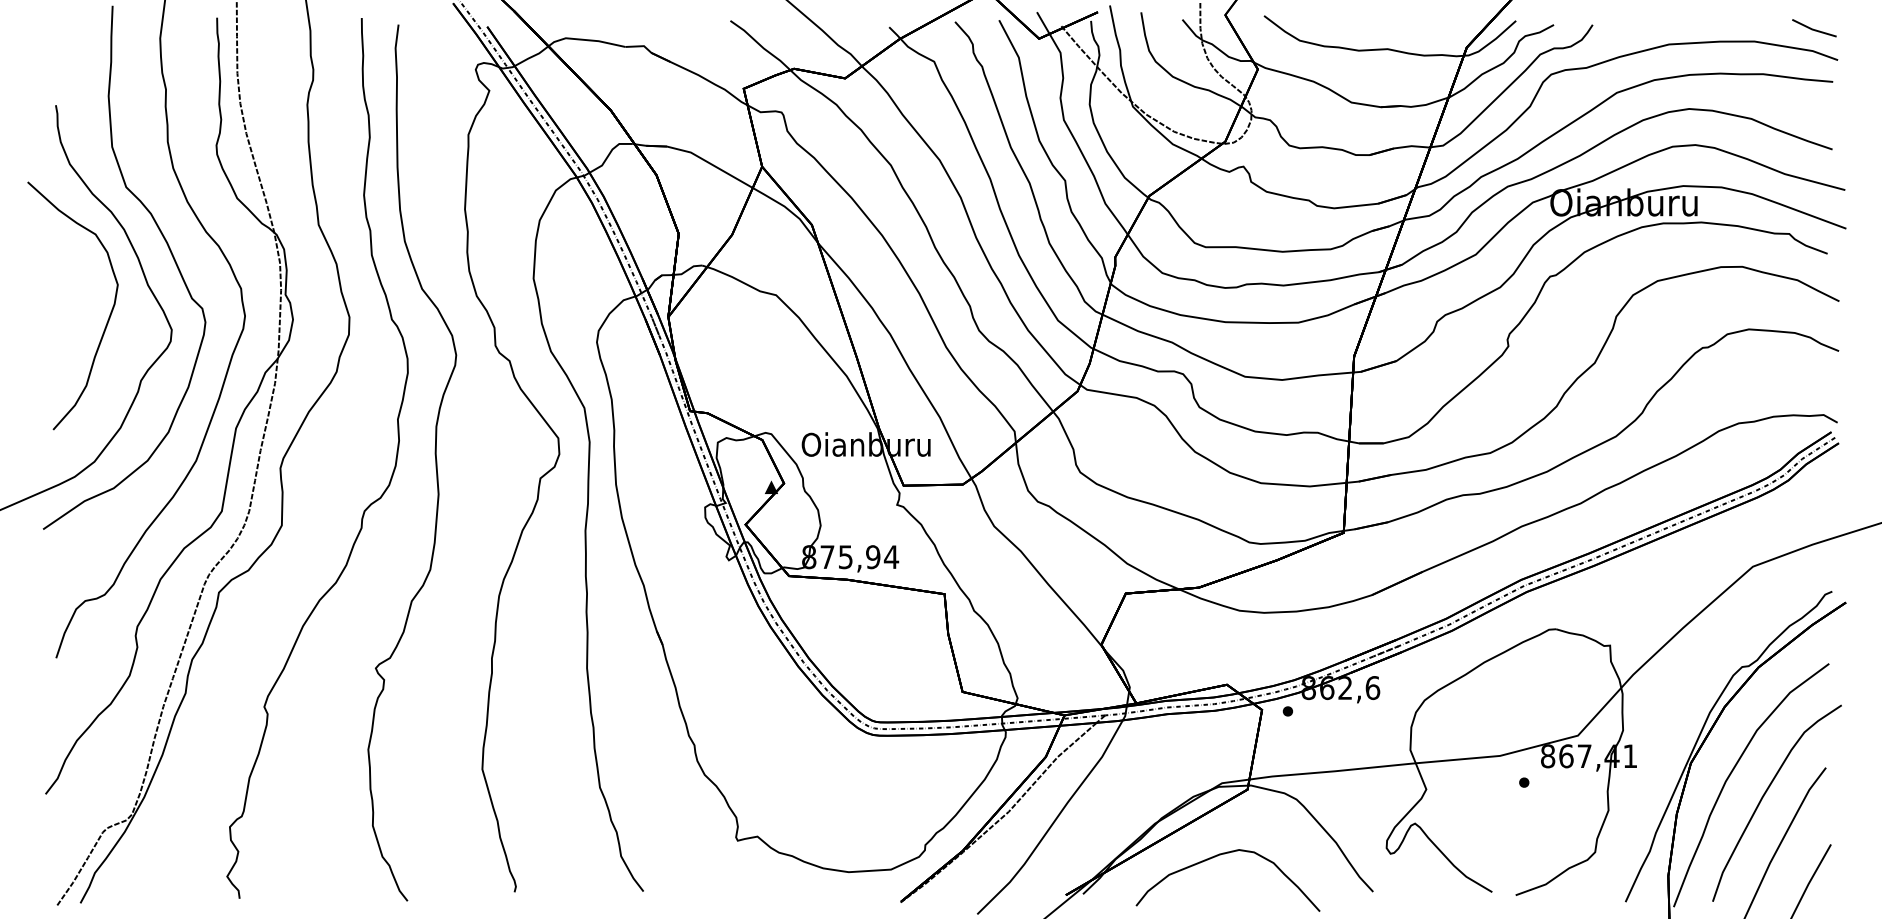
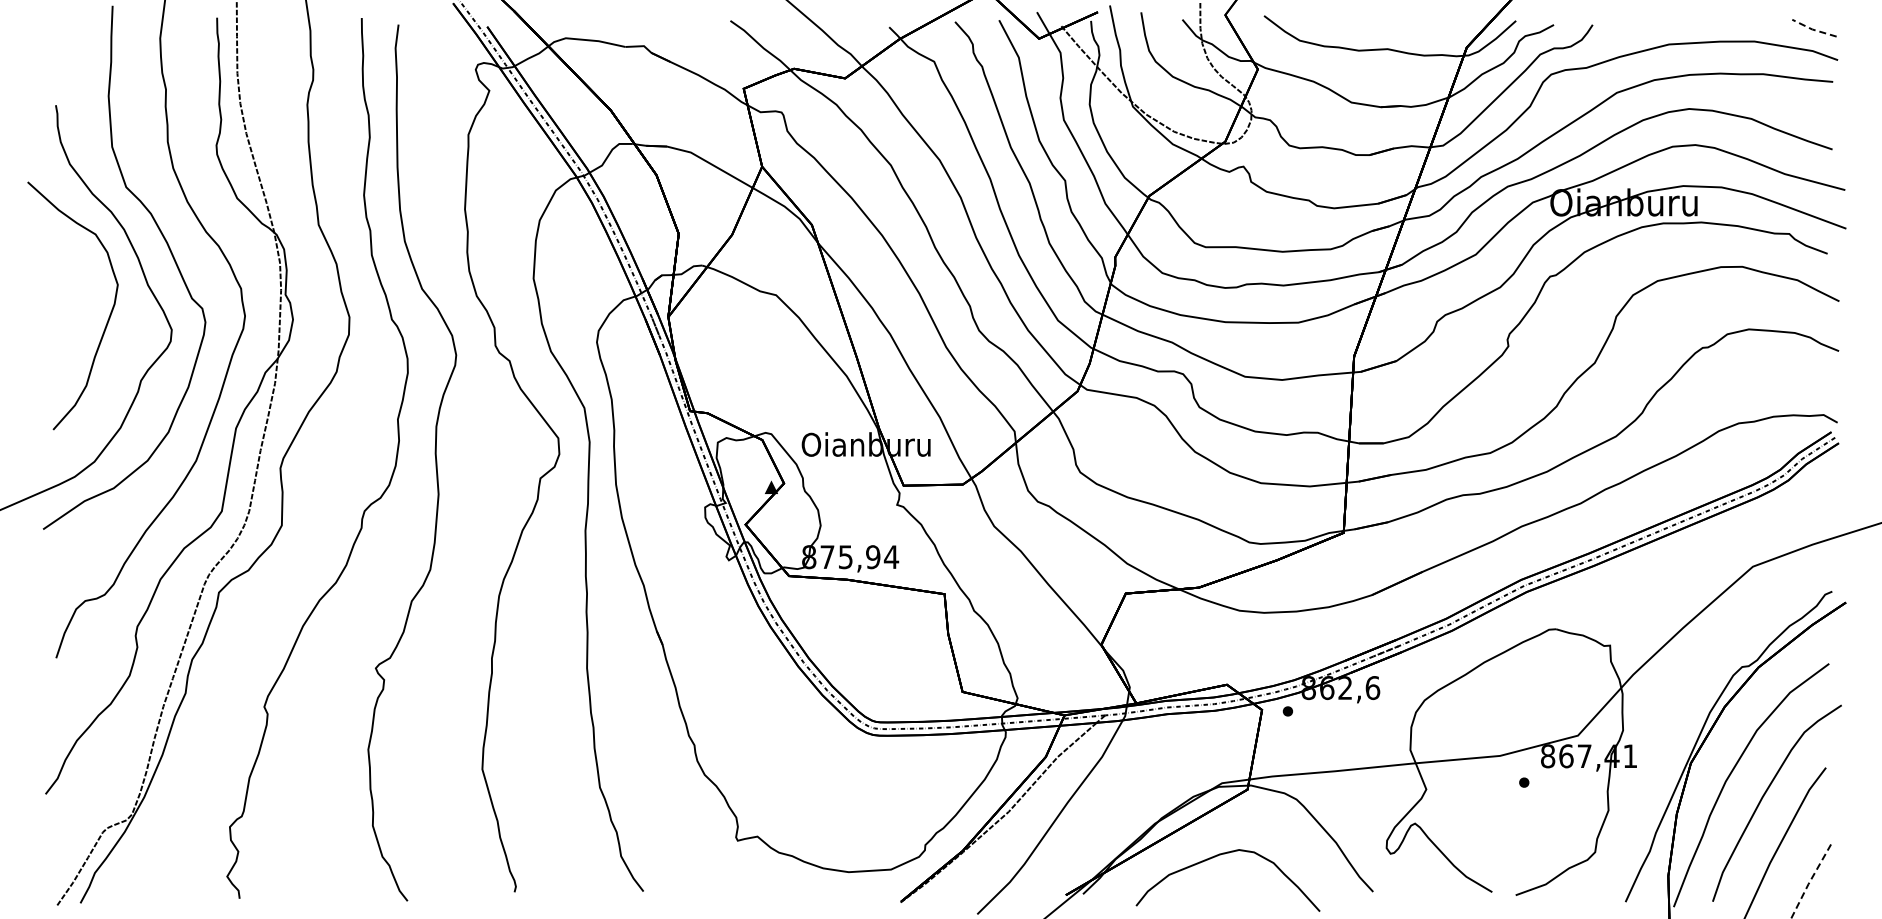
line at (1813, 29): solid -> dashed
line at (1810, 881): solid -> dashed
